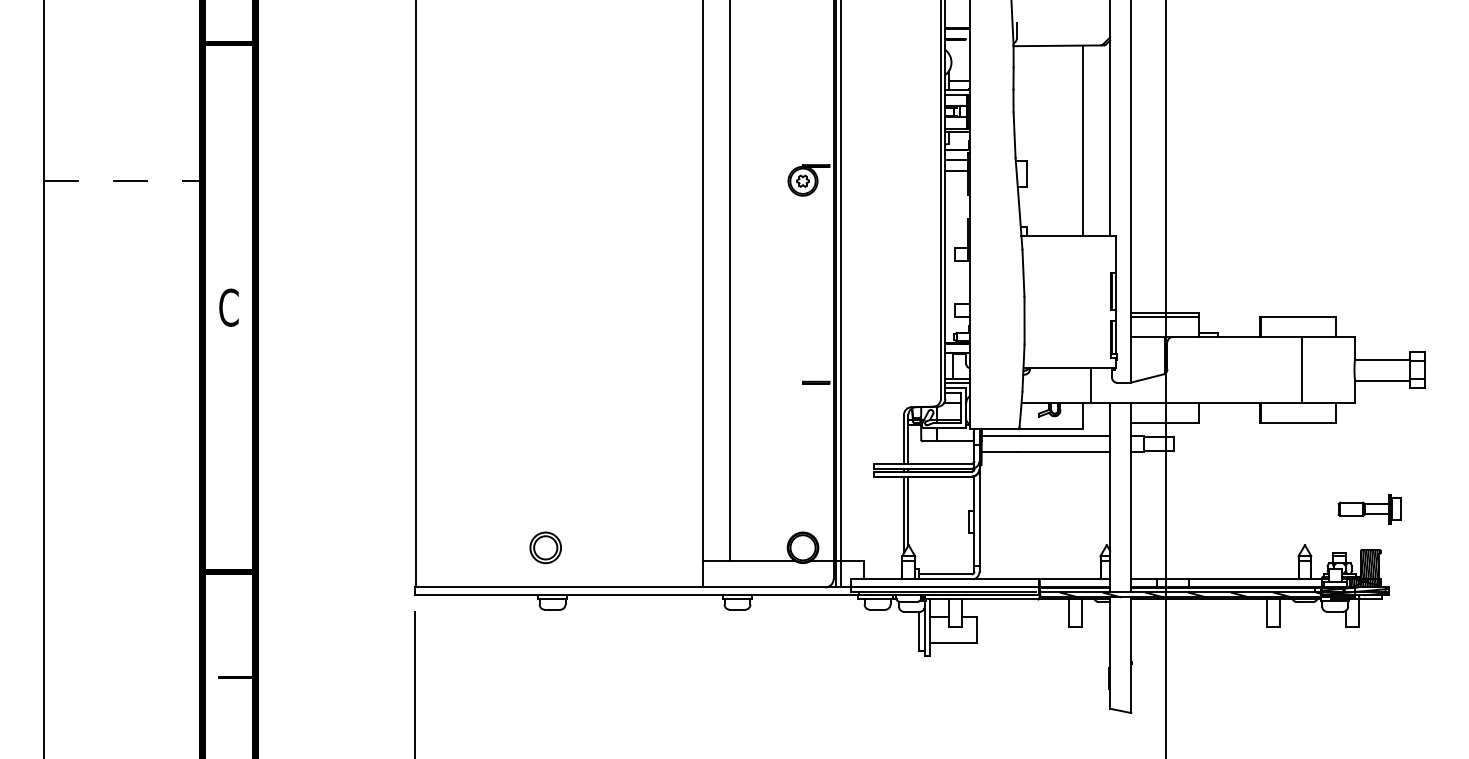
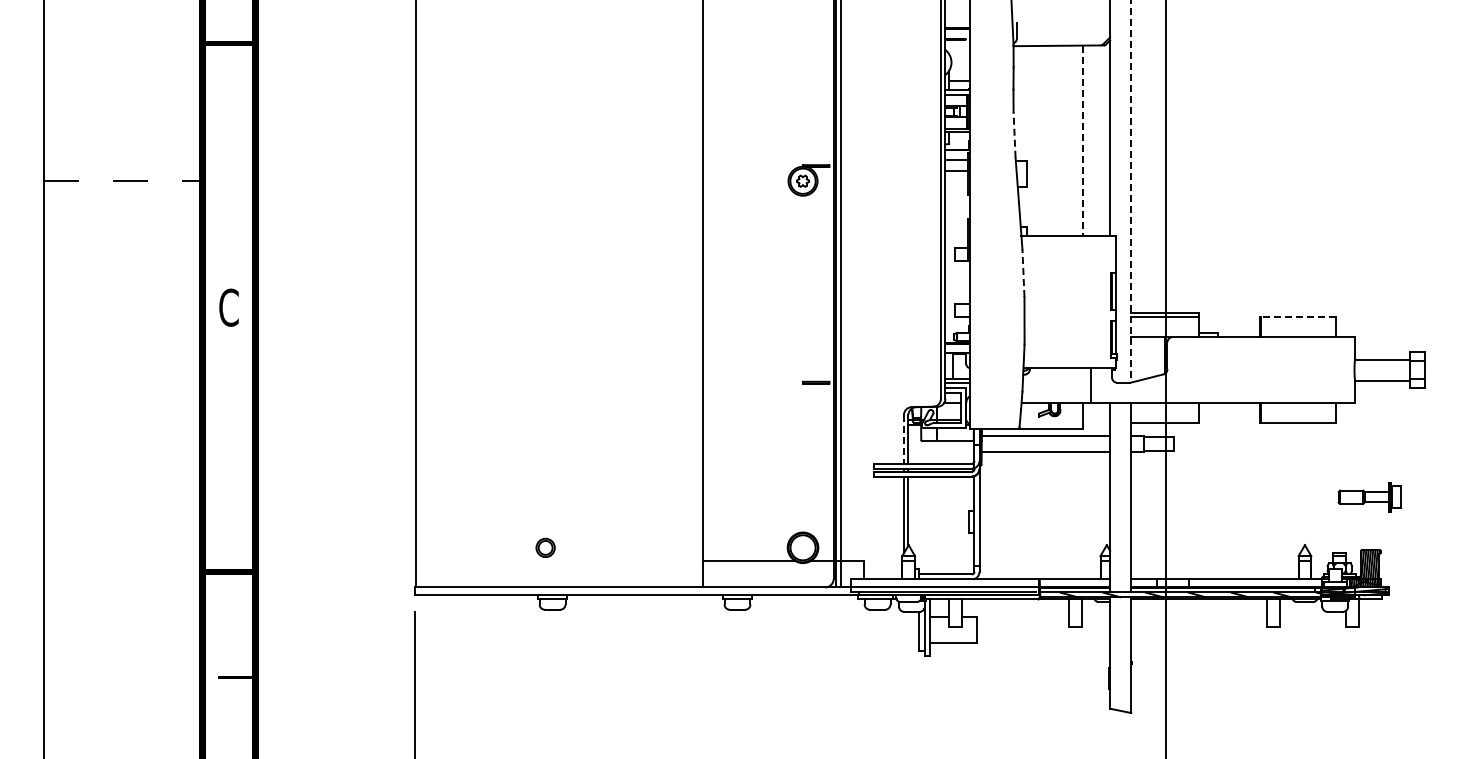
line at (1014, 134): solid -> dashed
line at (1082, 141): solid -> dashed
line at (1131, 191): solid -> dashed
line at (1023, 273): solid -> dashed
line at (729, 281): present -> none
line at (1298, 317): solid -> dashed
line at (1302, 370): present -> none
line at (903, 439): solid -> dashed
part at (1369, 509) position: (1369, 509) -> (1369, 497)
part at (545, 547) size: 33x34 px -> 21x21 px
